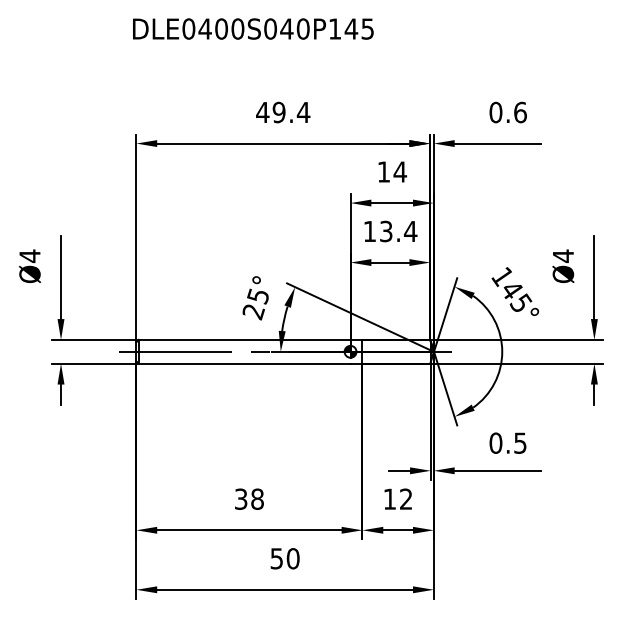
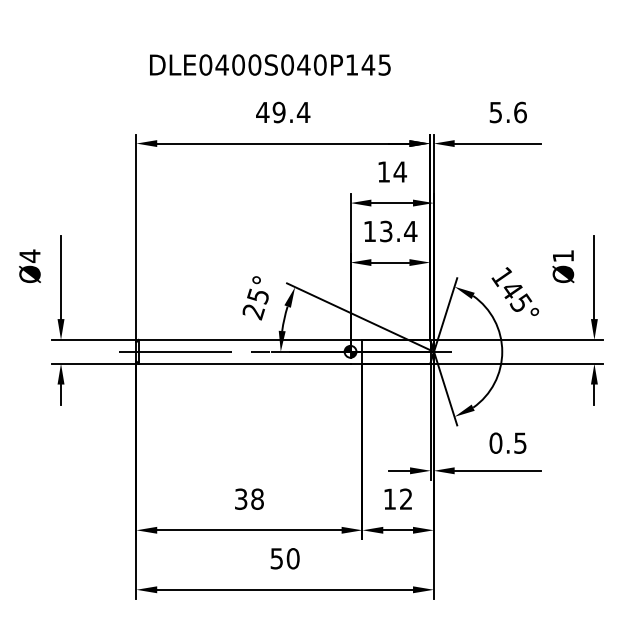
text at (253, 28) position: (253, 28) -> (270, 64)
text at (495, 112): 0.6 -> 5.6
text at (563, 256): Ø4 -> Ø1
